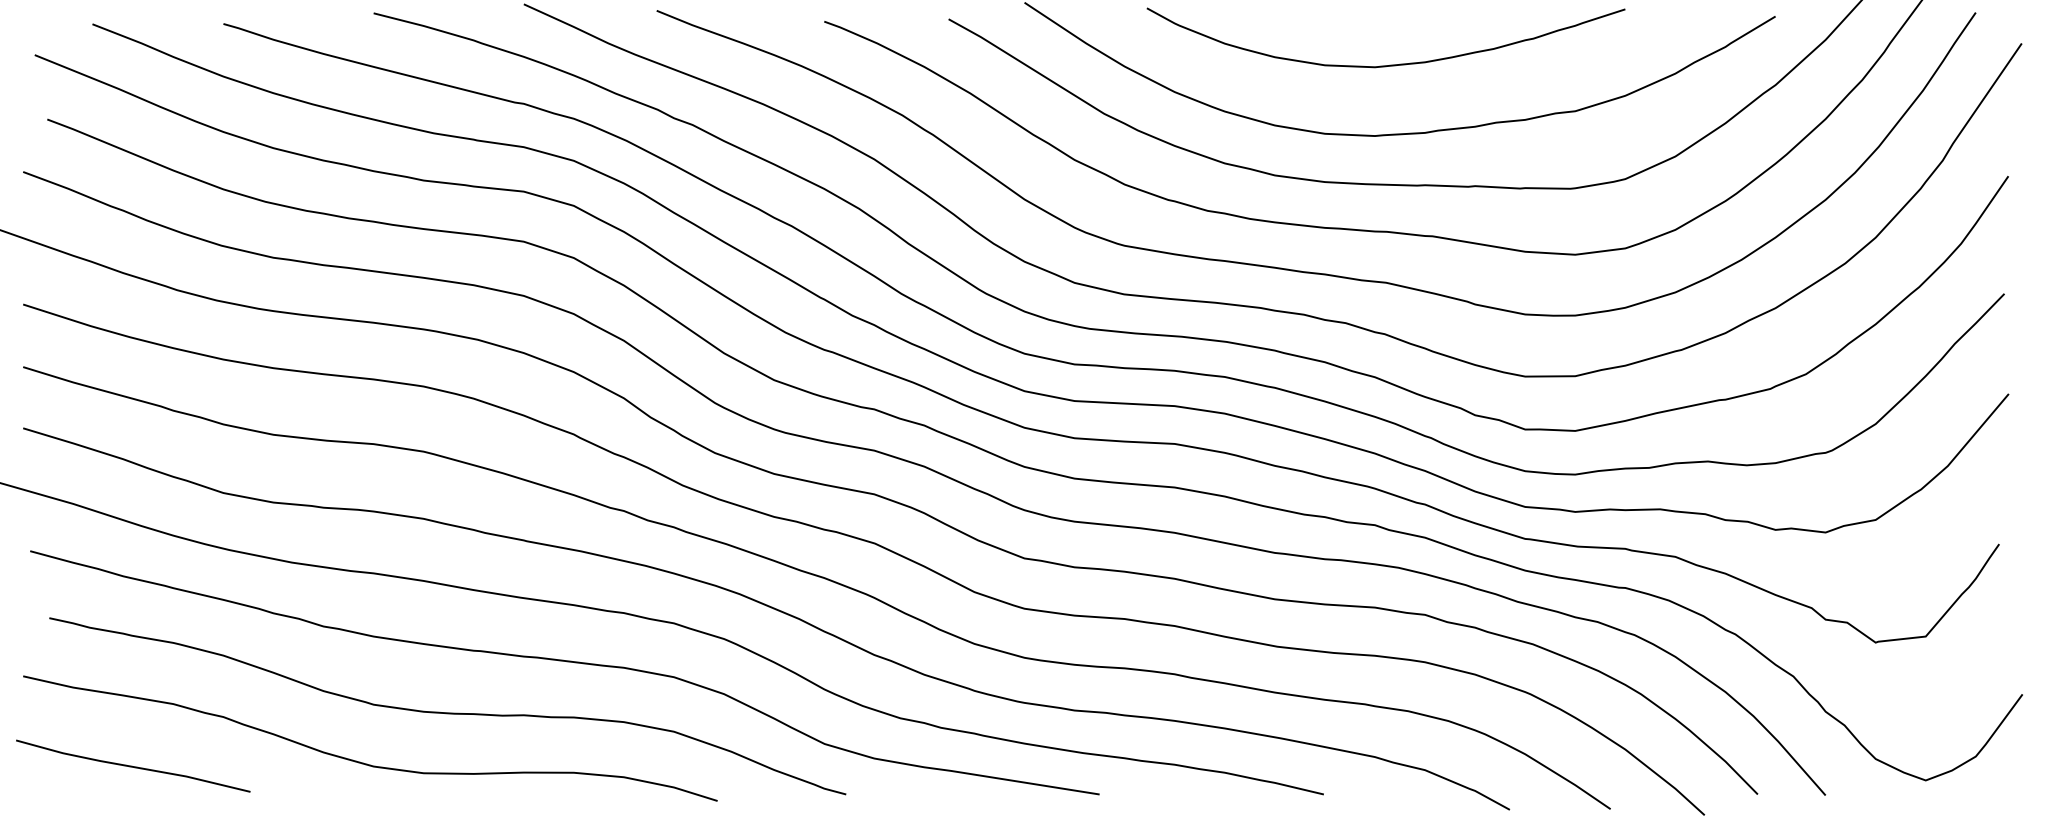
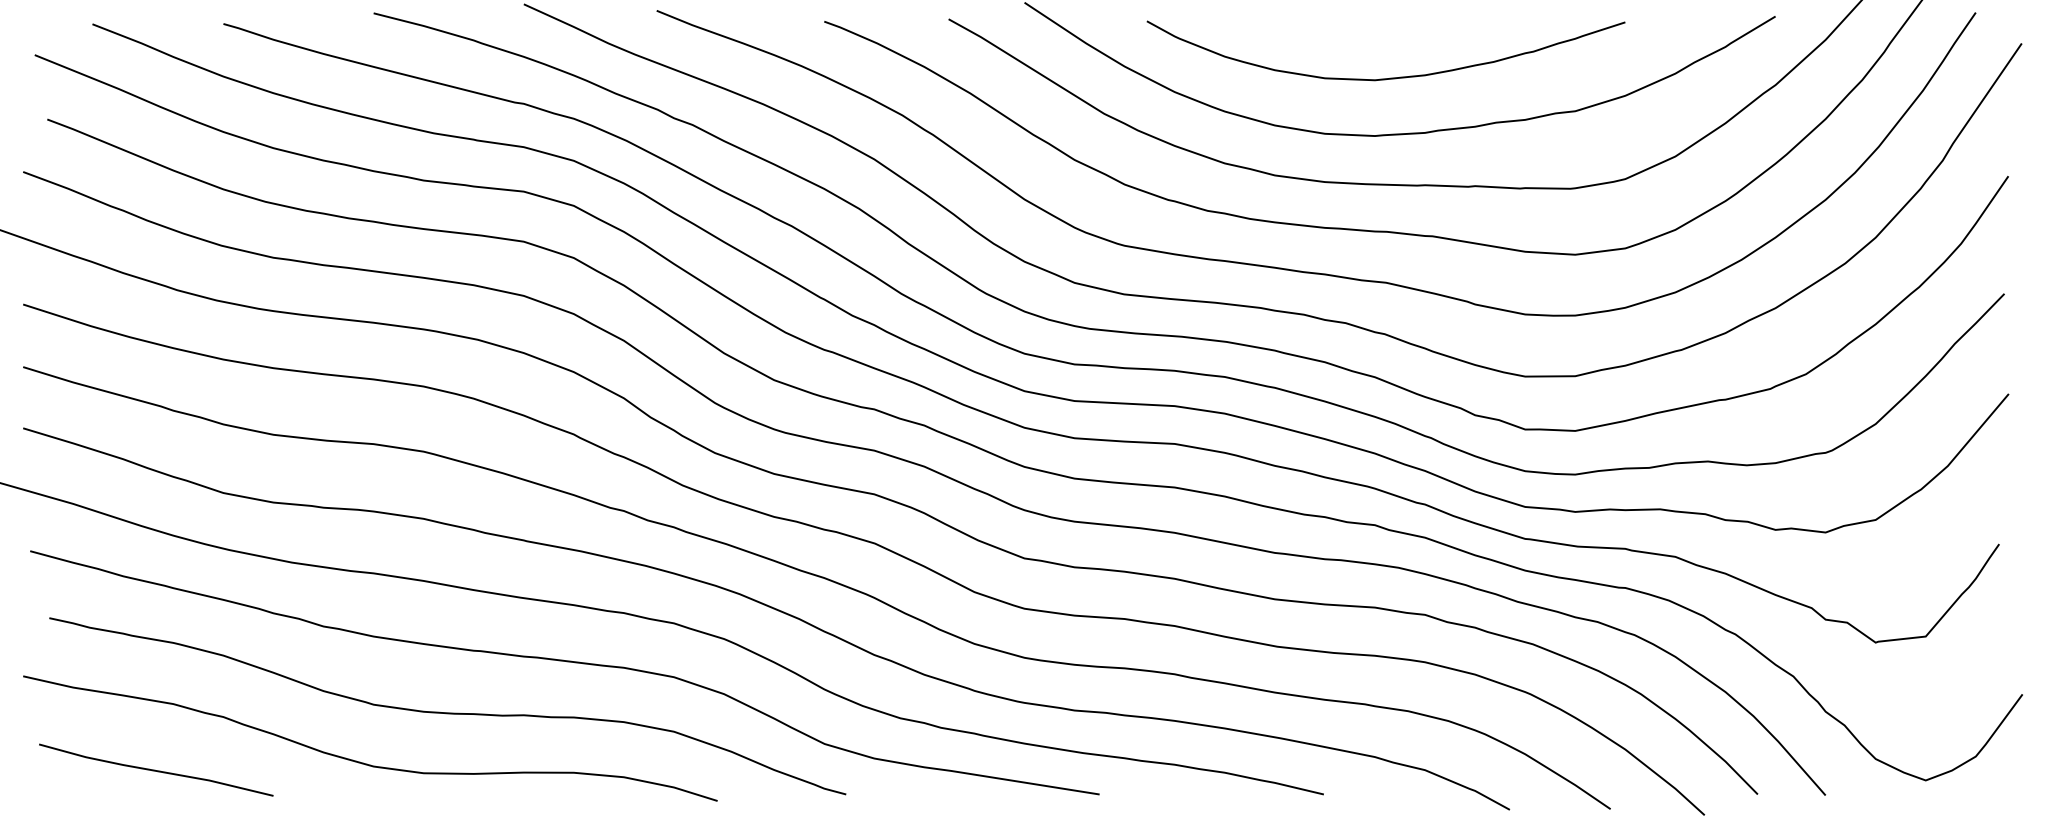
curve at (1390, 64) position: (1390, 64) -> (1390, 77)
line at (132, 765) position: (132, 765) -> (155, 769)
